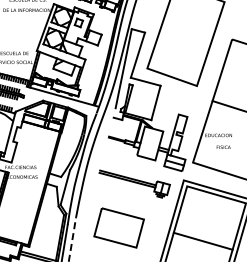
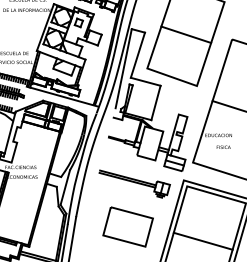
line at (186, 34): none -> present
part at (118, 227) position: (118, 227) -> (127, 226)
line at (72, 238): dashed -> solid
